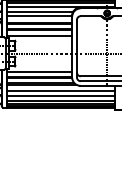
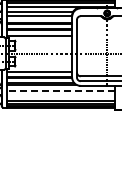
line at (60, 90): solid -> dashed
line at (60, 95): present -> none
